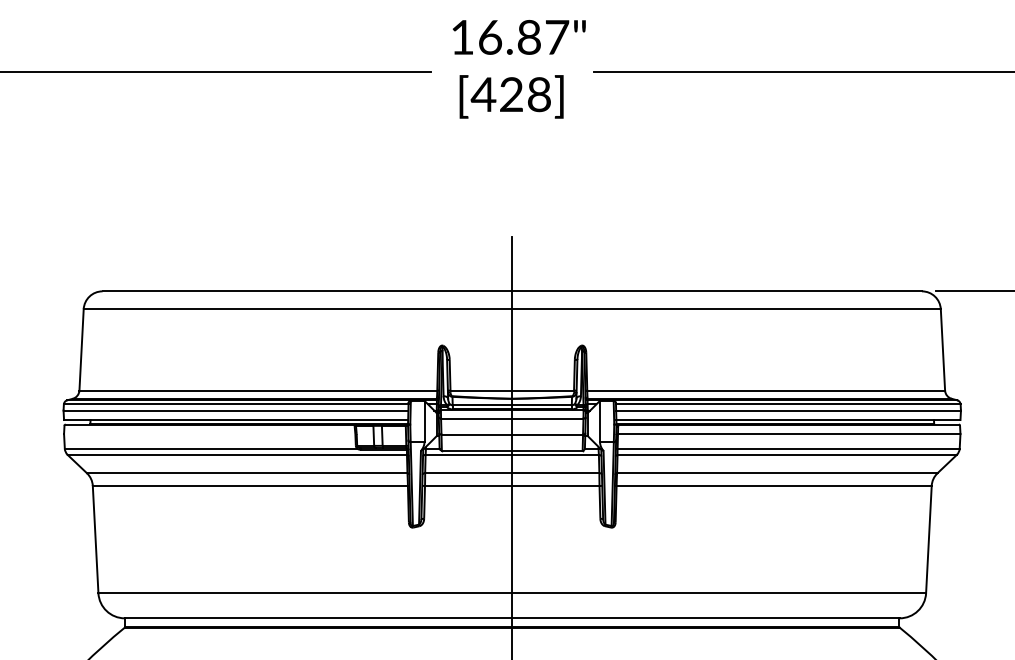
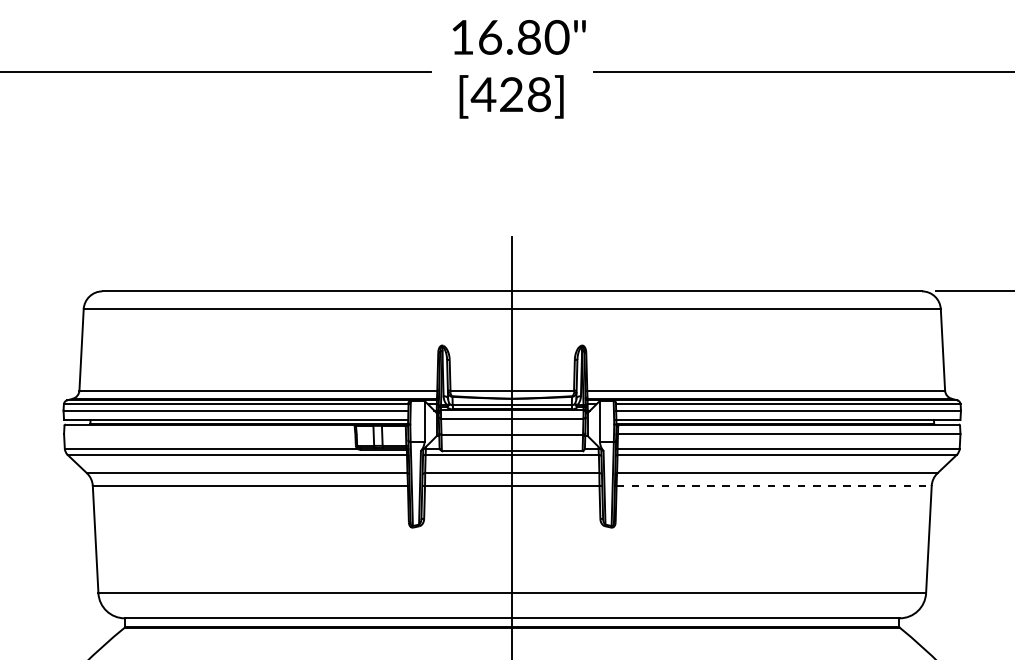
text at (556, 36): 16.87" -> 16.80"
line at (774, 485): solid -> dashed
